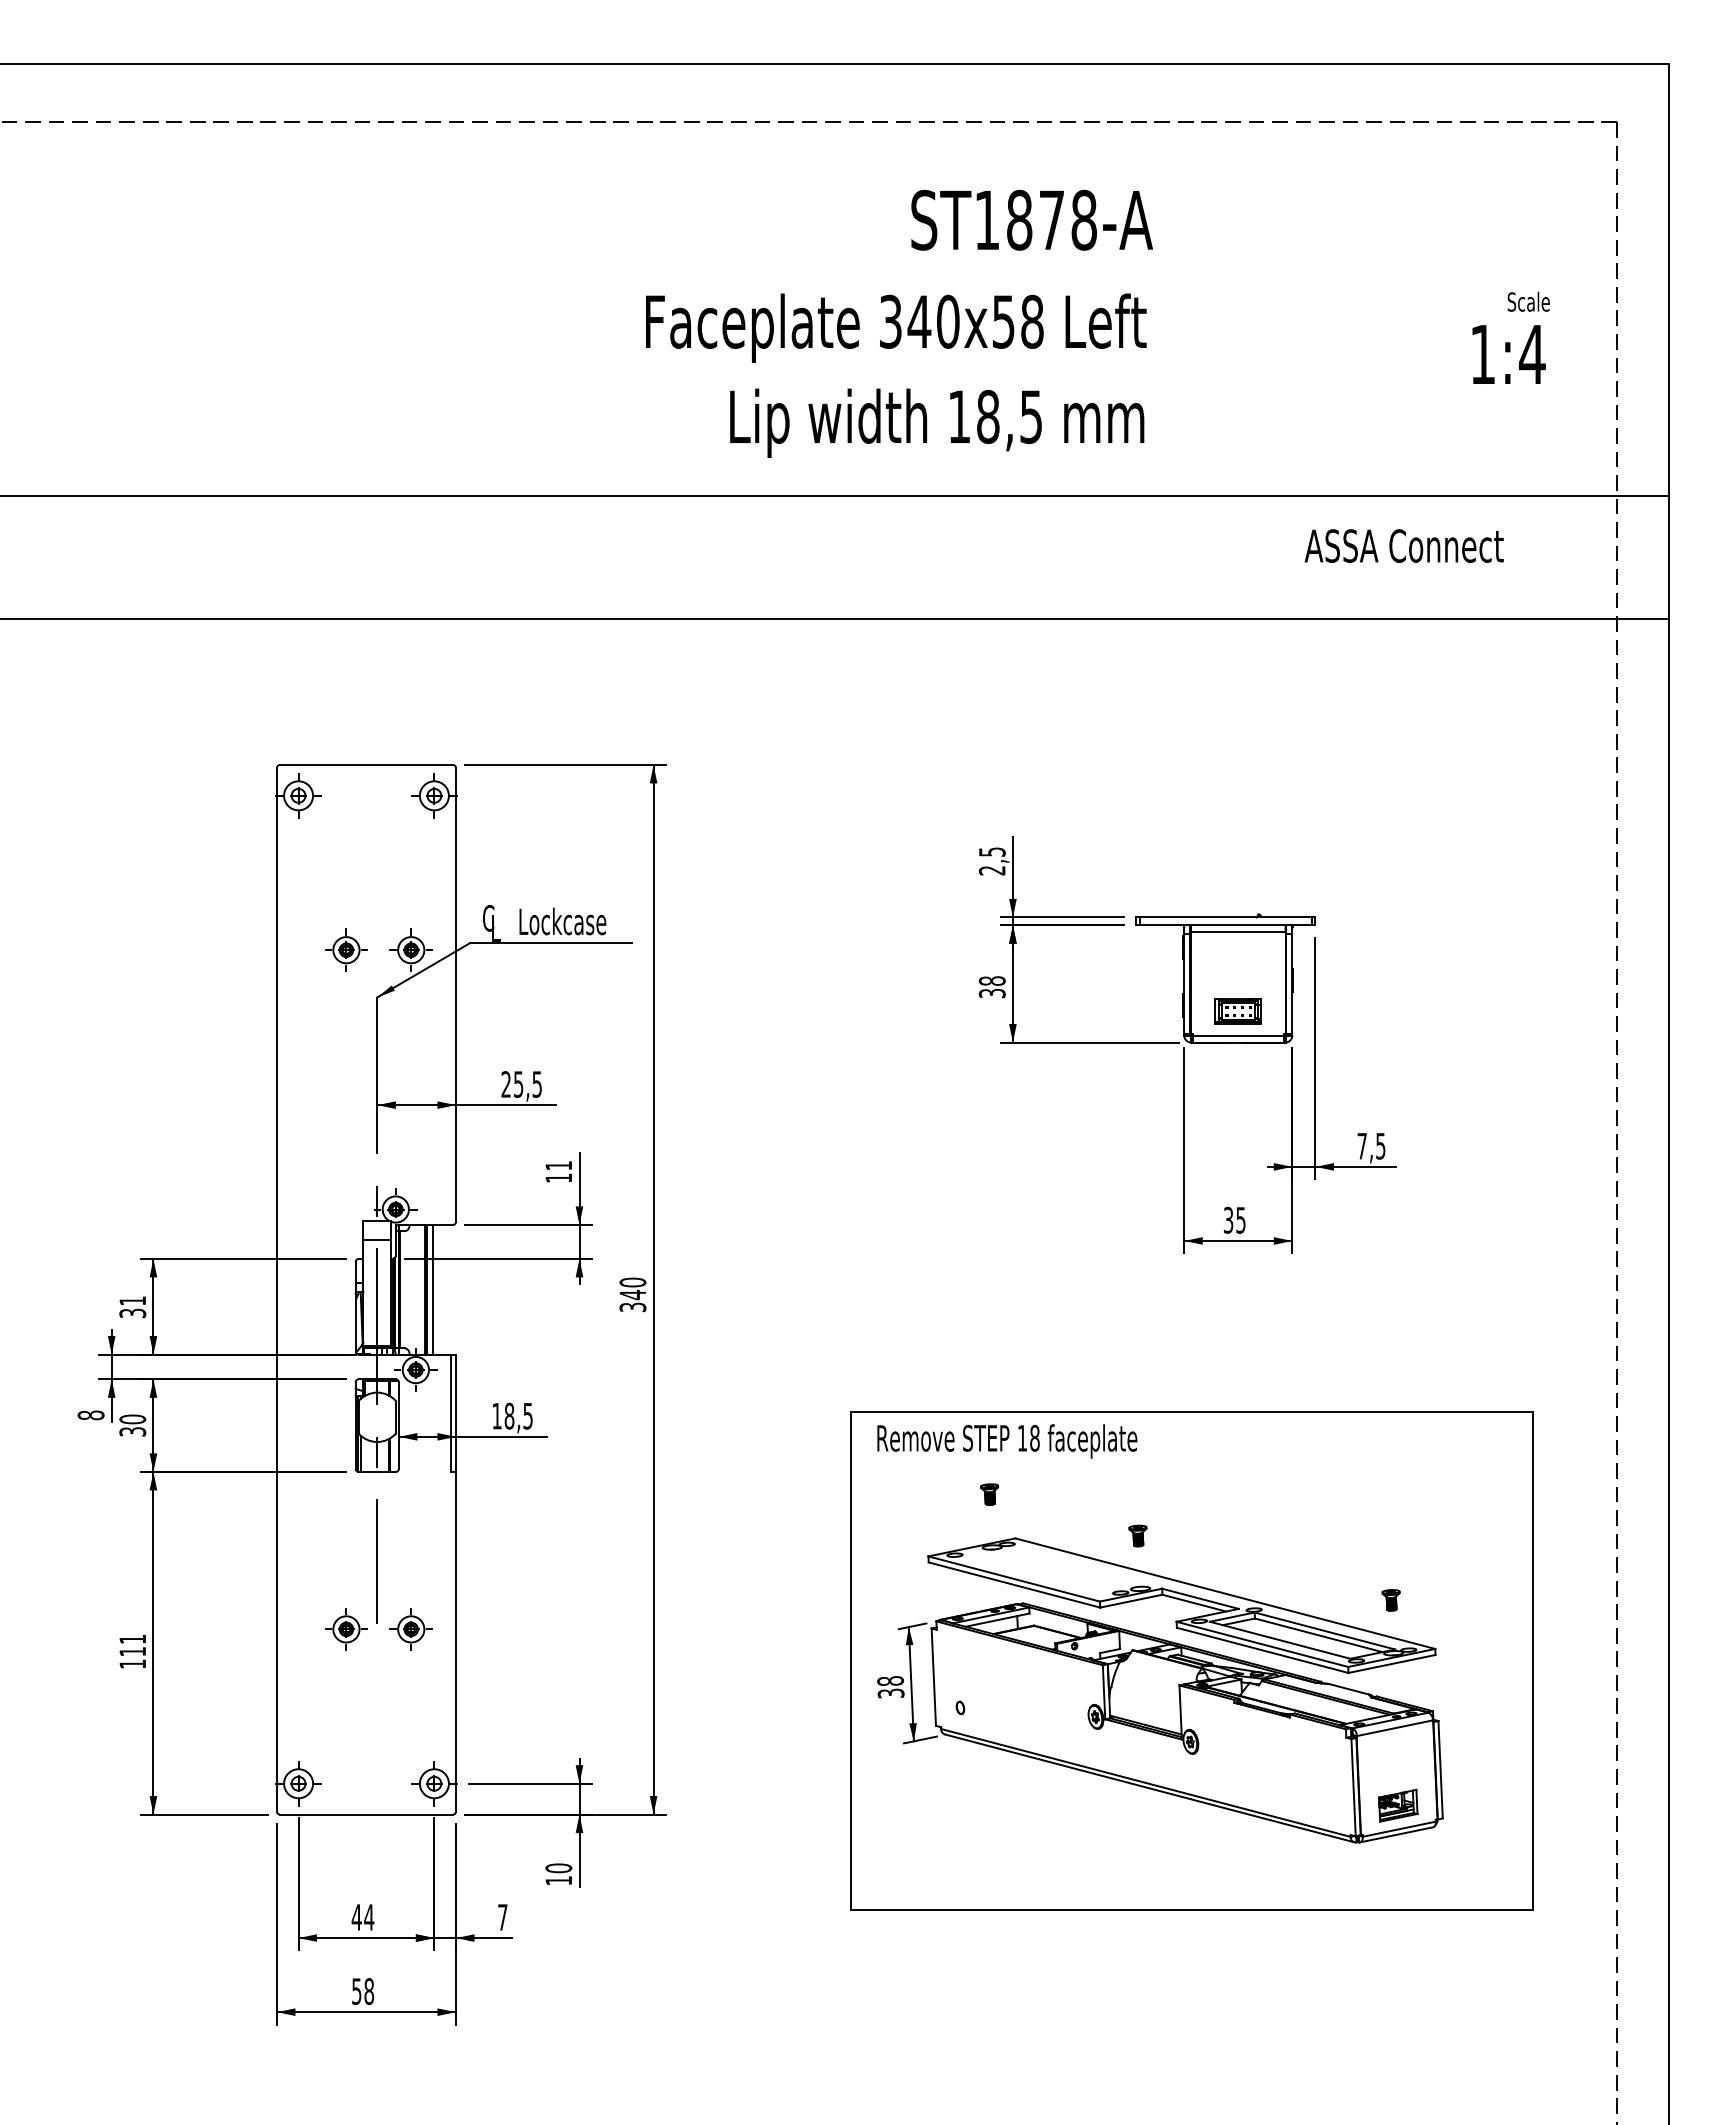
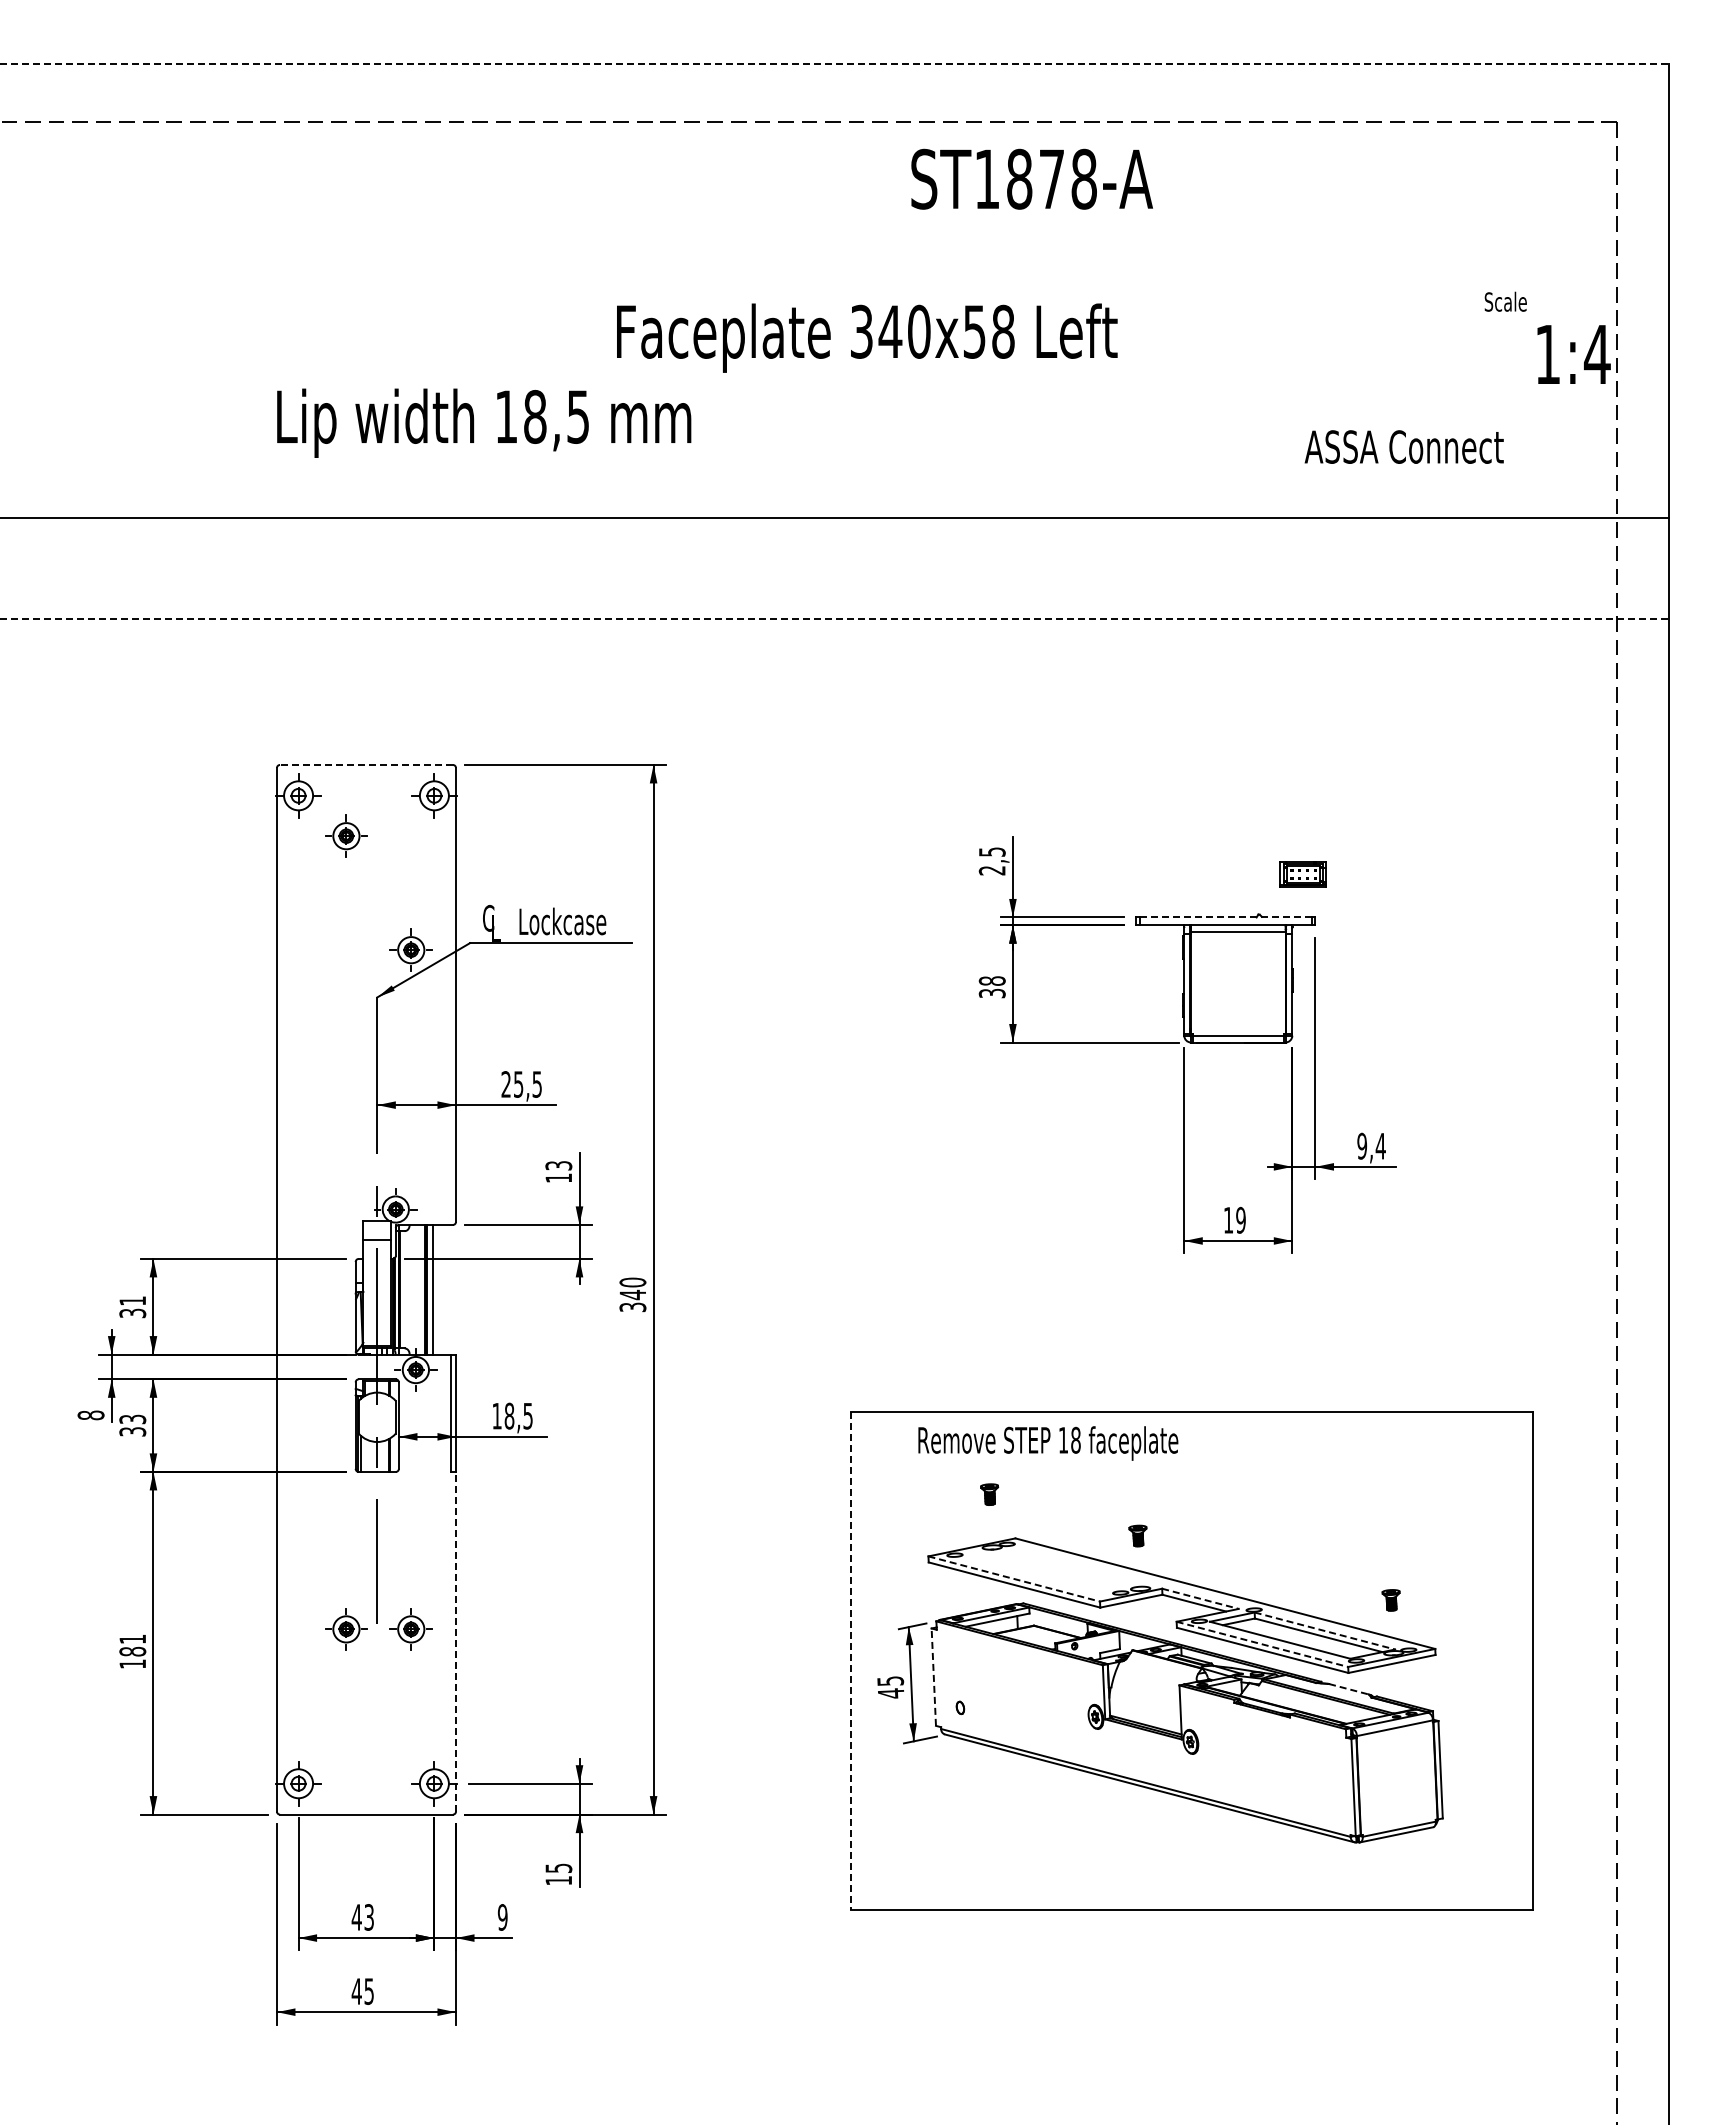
line at (835, 63): solid -> dashed
text at (1031, 219) position: (1031, 219) -> (1031, 178)
text at (1528, 301) position: (1528, 301) -> (1505, 301)
text at (896, 327) position: (896, 327) -> (867, 337)
text at (1508, 354) position: (1508, 354) -> (1573, 354)
text at (937, 422) position: (937, 422) -> (484, 422)
line at (835, 495) position: (835, 495) -> (835, 517)
text at (1403, 545) position: (1403, 545) -> (1403, 446)
line at (835, 619): solid -> dashed
line at (366, 764): solid -> dashed
line at (1226, 917): solid -> dashed
part at (346, 949) position: (346, 949) -> (346, 835)
part at (1237, 1011) position: (1237, 1011) -> (1302, 874)
text at (1371, 1145): 7,5 -> 9,4
text at (558, 1165): 11 -> 13
text at (1234, 1219): 35 -> 19
text at (132, 1419): 30 -> 33
text at (1007, 1441) position: (1007, 1441) -> (1048, 1443)
line at (1014, 1579): solid -> dashed
line at (1200, 1598): solid -> dashed
line at (1324, 1631): solid -> dashed
line at (456, 1641): solid -> dashed
line at (1262, 1644): solid -> dashed
text at (132, 1651): 111 -> 181
line at (851, 1661): solid -> dashed
line at (933, 1677): solid -> dashed
text at (890, 1687): 38 -> 45
line at (1349, 1689): solid -> dashed
part at (1398, 1805): present -> none
text at (558, 1868): 10 -> 15
text at (369, 1917): 44 -> 43
text at (502, 1917): 7 -> 9
text at (362, 1991): 58 -> 45
